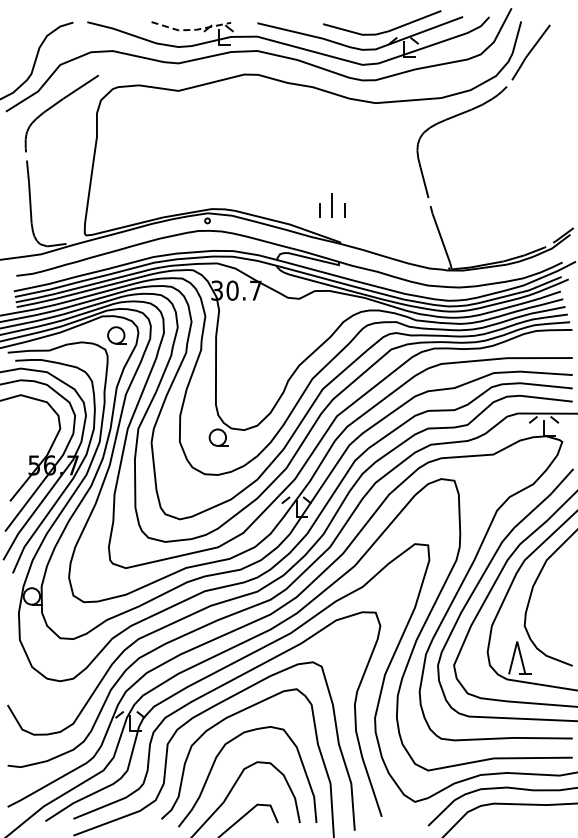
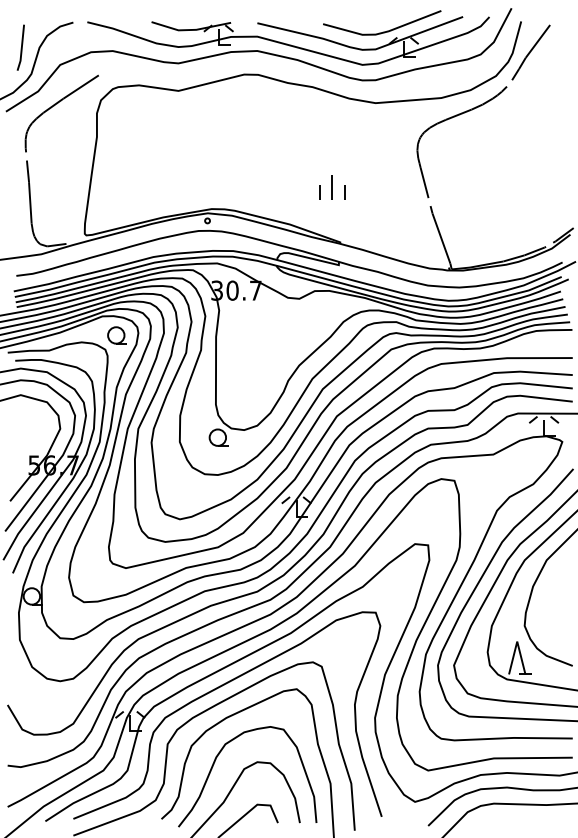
line at (191, 29): dashed -> solid
line at (21, 47): none -> present
part at (332, 205) position: (332, 205) -> (332, 187)
